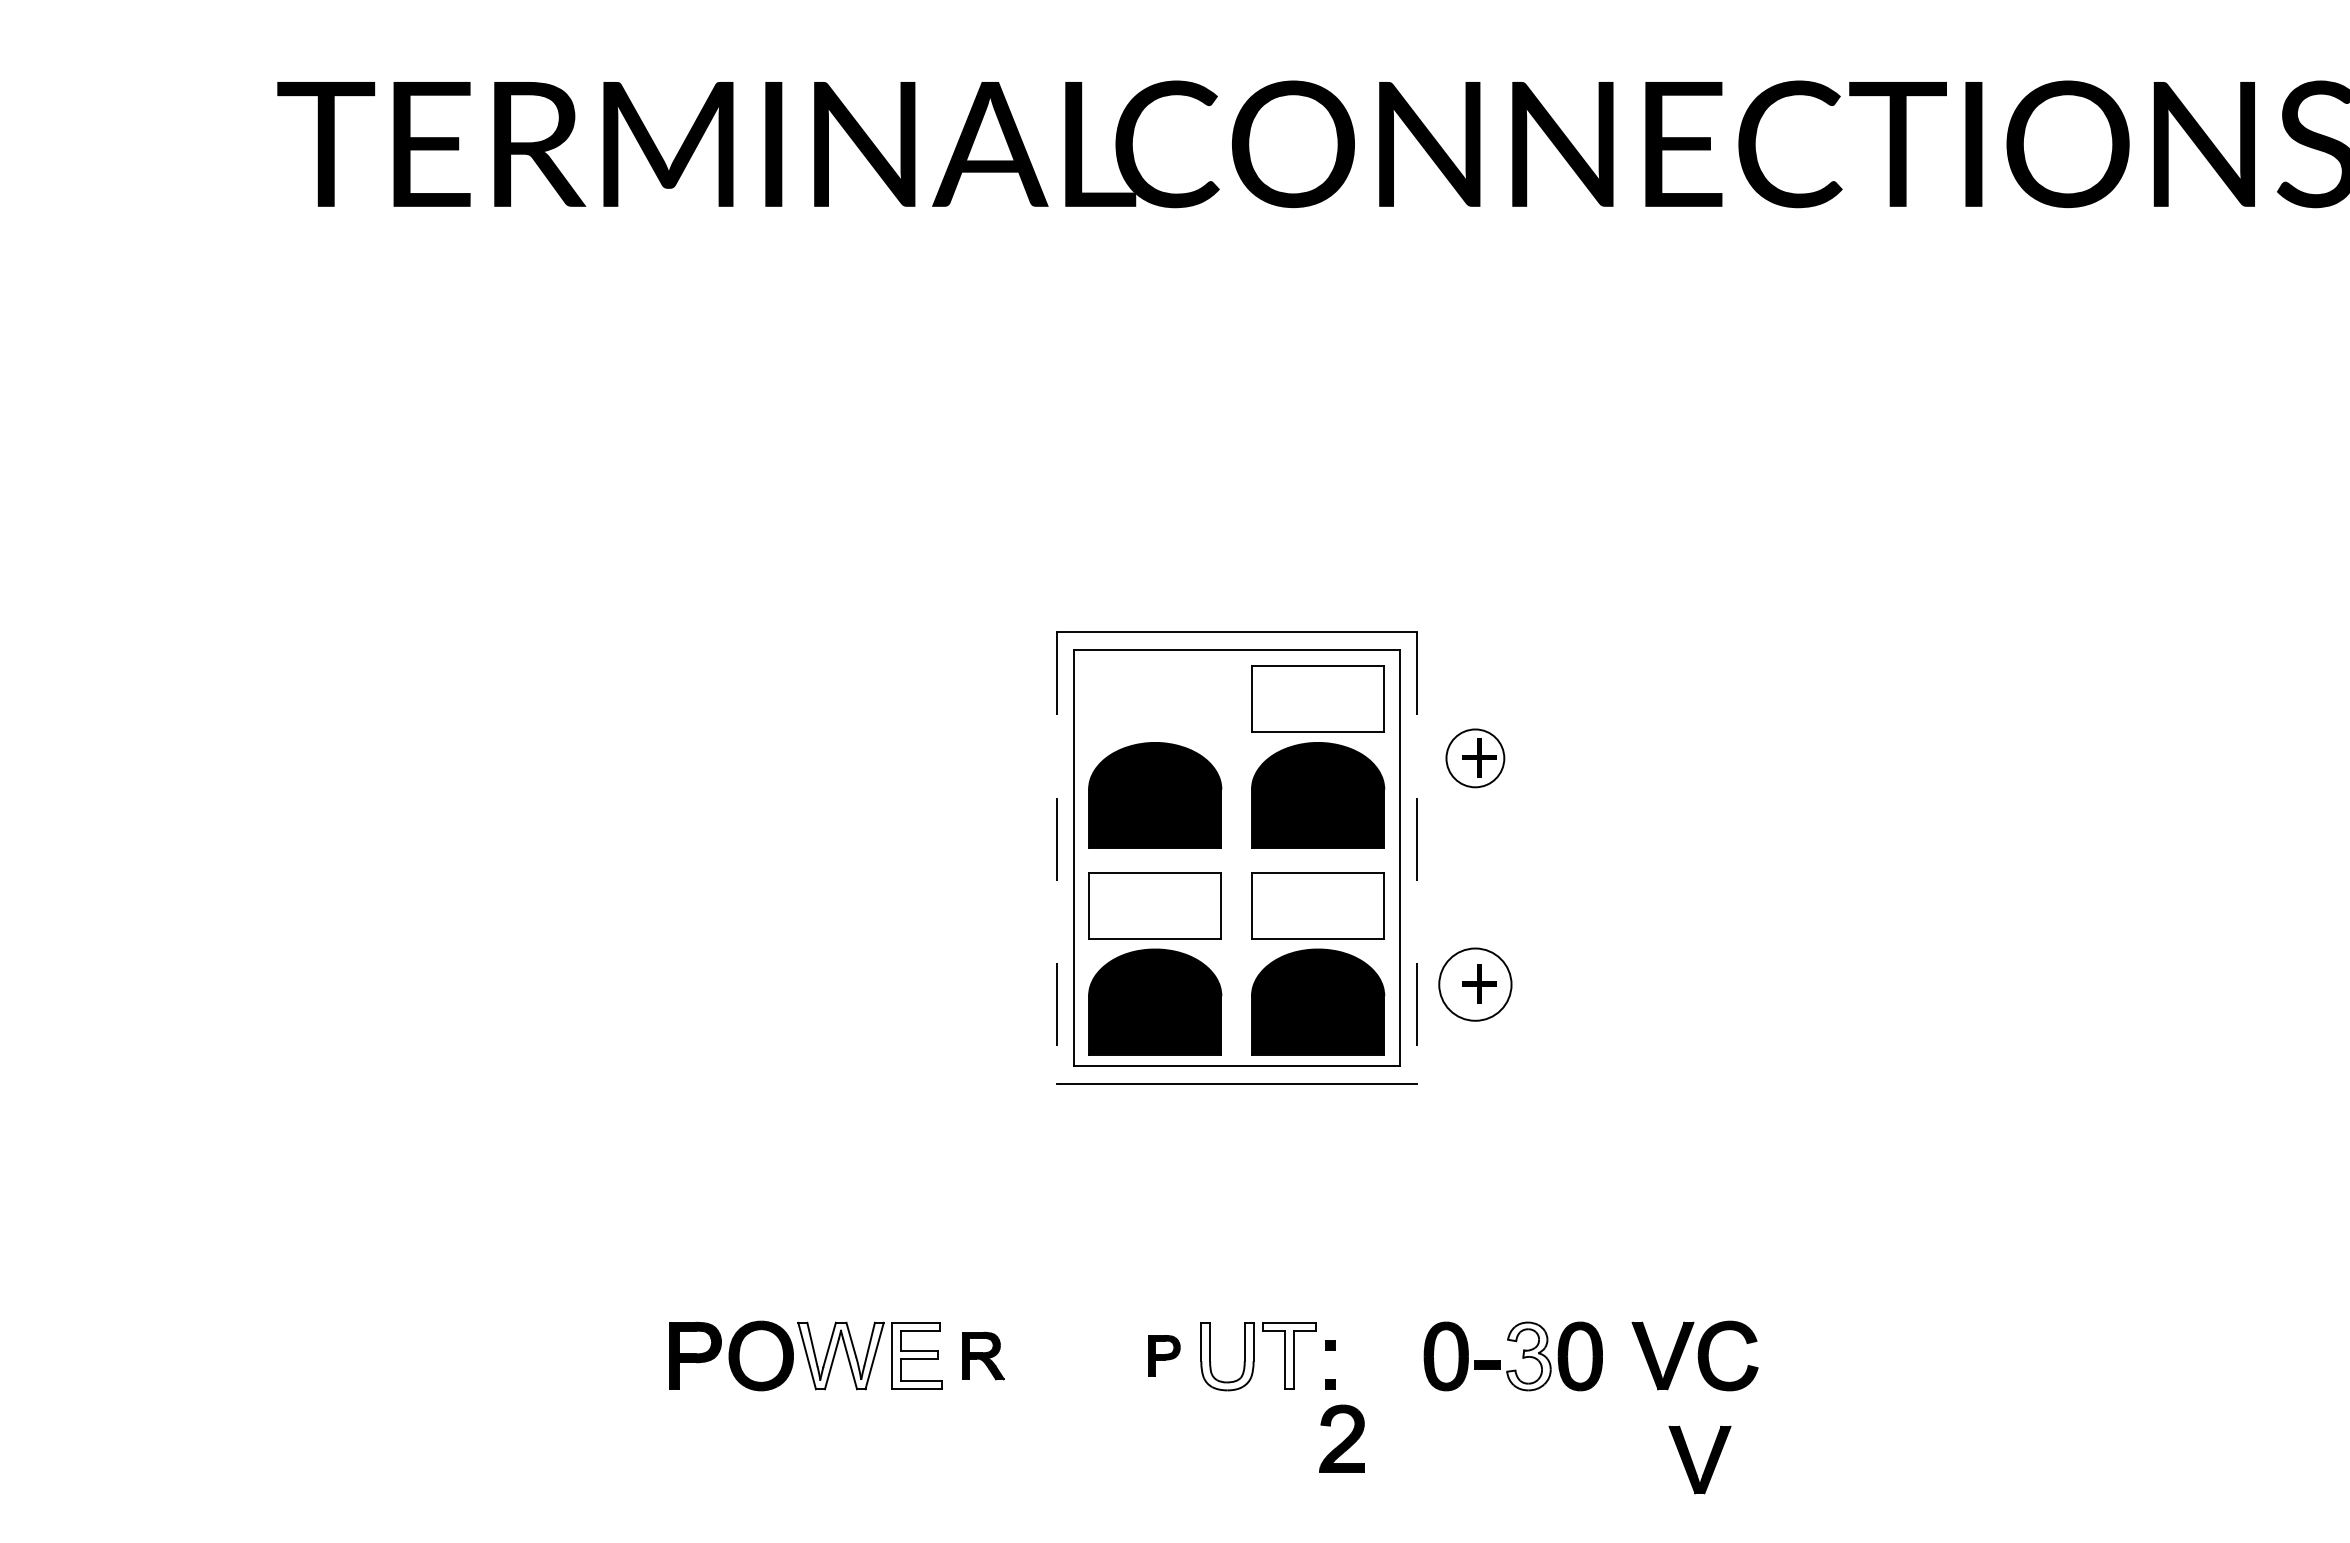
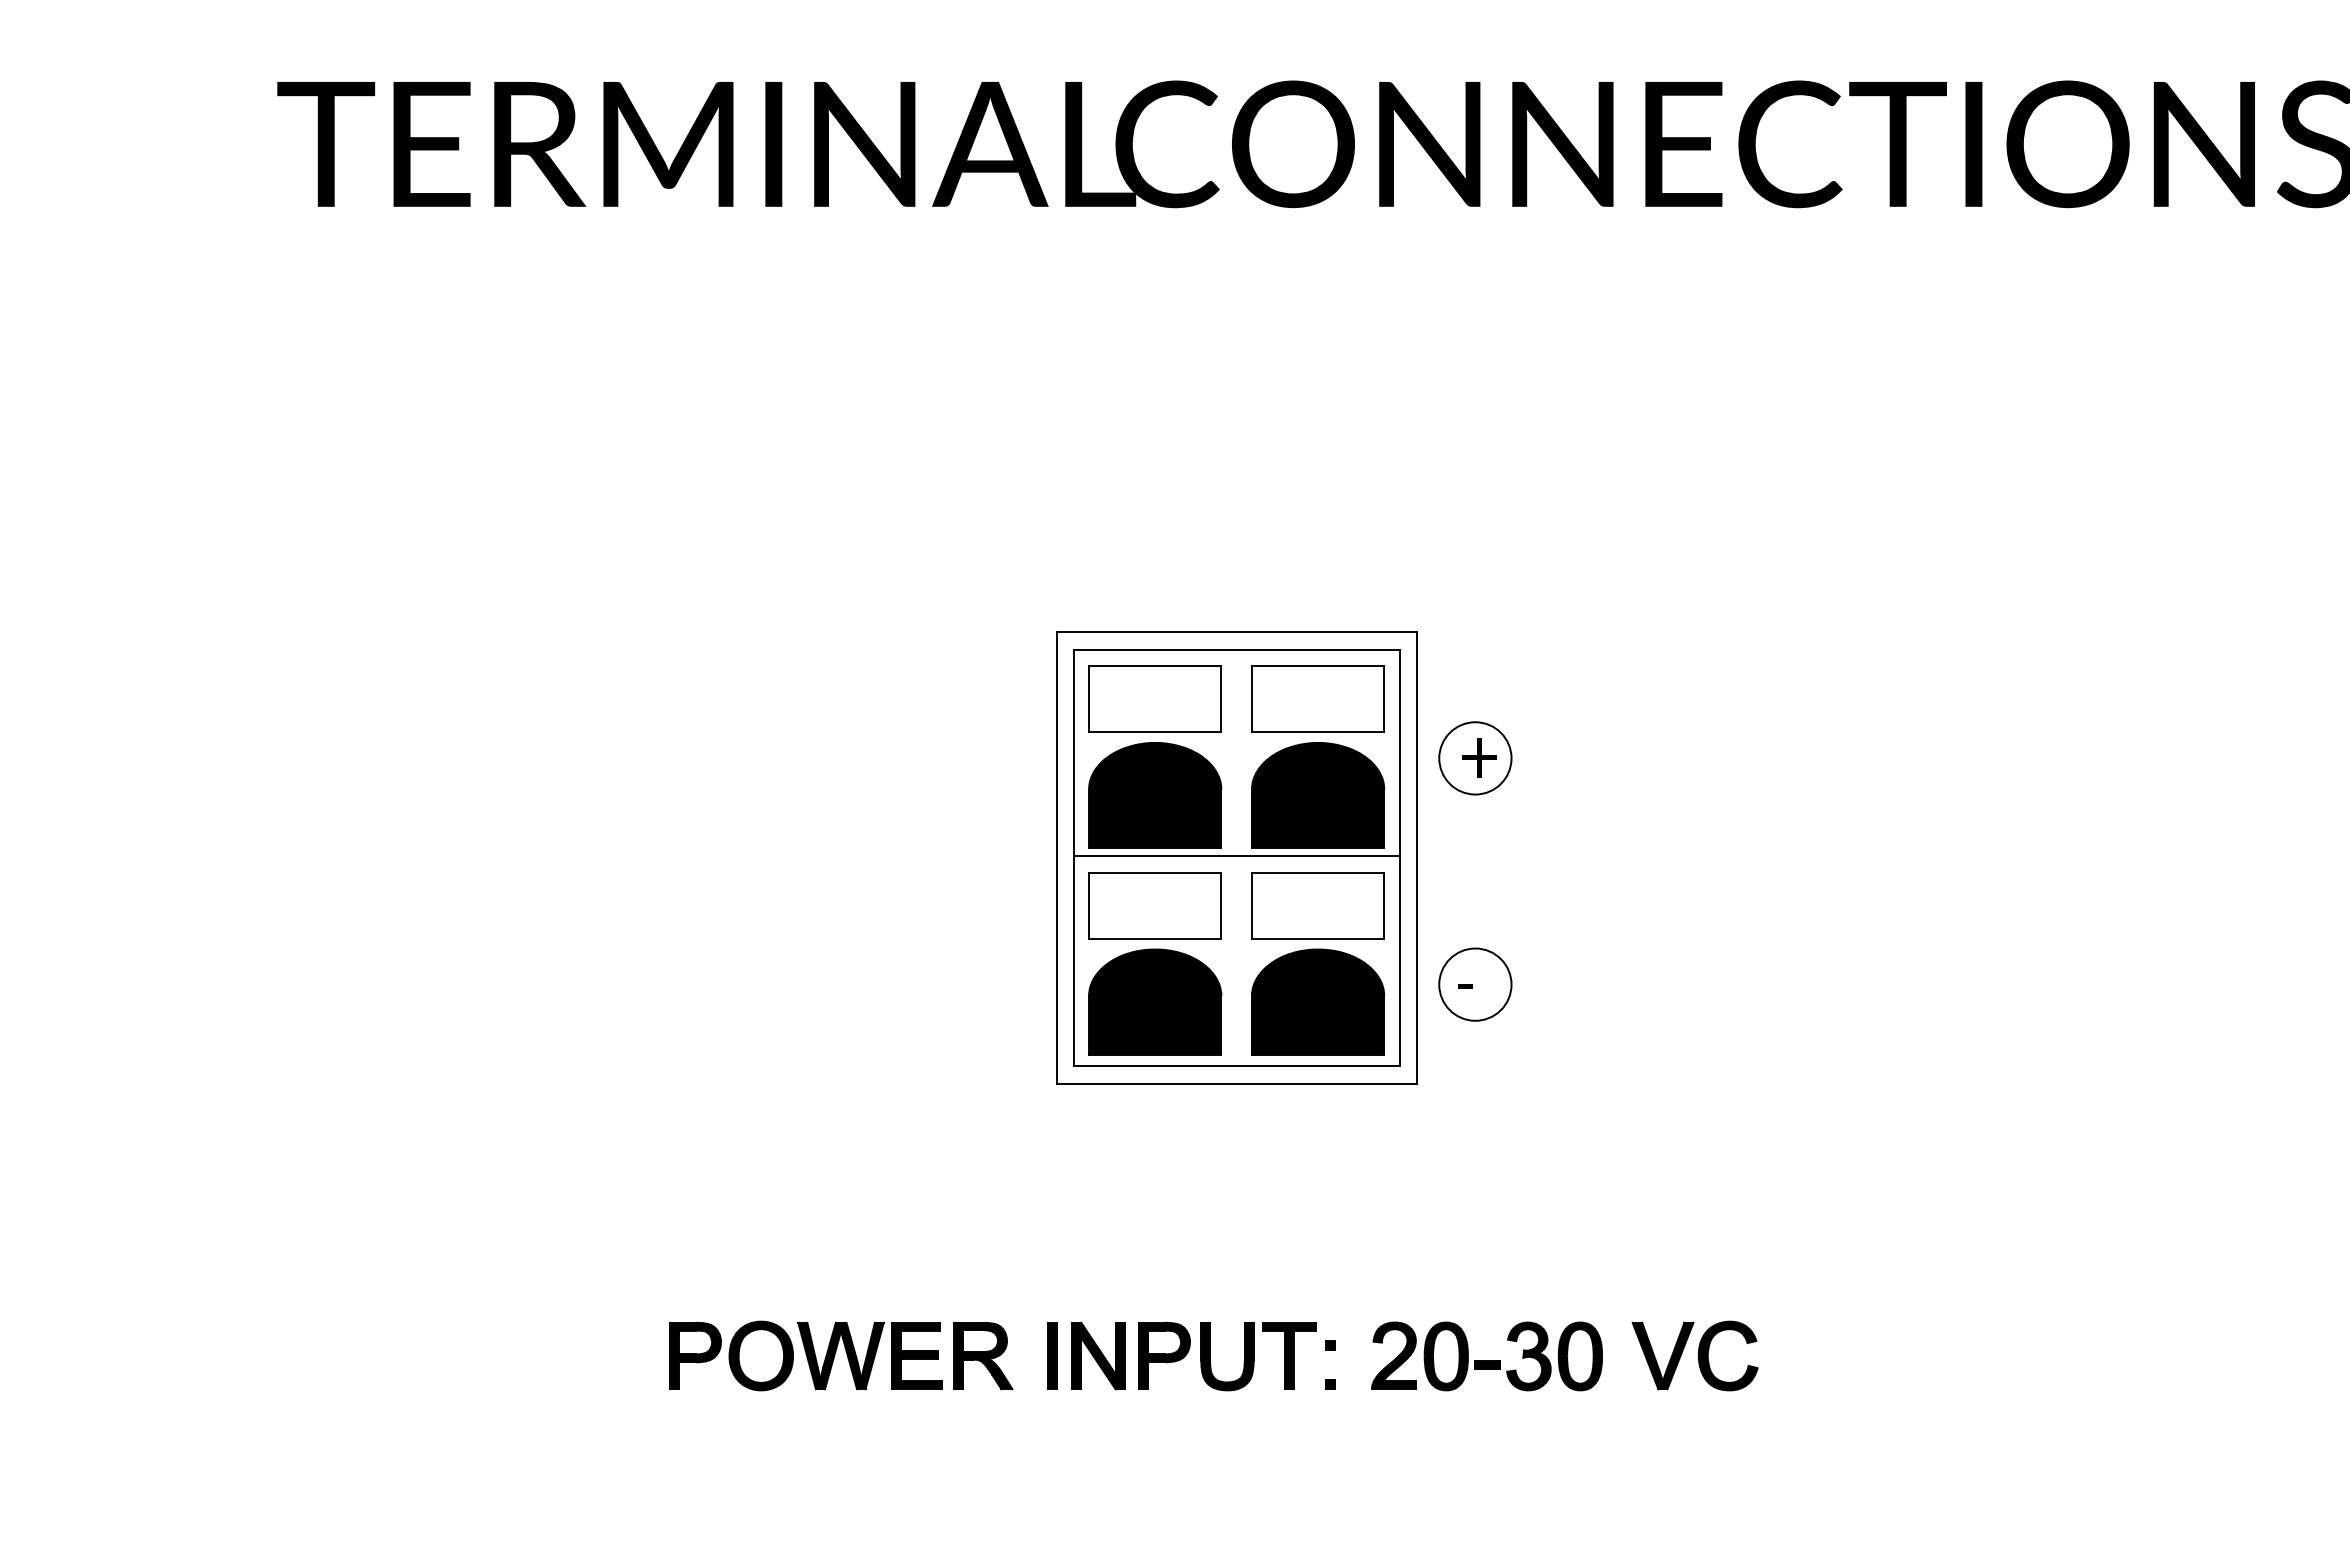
part at (1154, 698): none -> present
circle at (1475, 758) diameter: 58 px -> 72 px
line at (1236, 856): none -> present
line at (1056, 858): dashed -> solid
line at (1416, 858): dashed -> solid
text at (1477, 983): + -> -
fill at (840, 1355): none -> present
fill at (916, 1355): none -> present
part at (983, 1355) size: 43x50 px -> 61x70 px
part at (1052, 1355): none -> present
part at (1098, 1355): none -> present
part at (1164, 1355) size: 33x42 px -> 53x69 px
fill at (1289, 1355): none -> present
fill at (1227, 1356): none -> present
fill at (1528, 1356): none -> present
part at (1341, 1438) position: (1341, 1438) -> (1393, 1355)
part at (1692, 1460): present -> none
